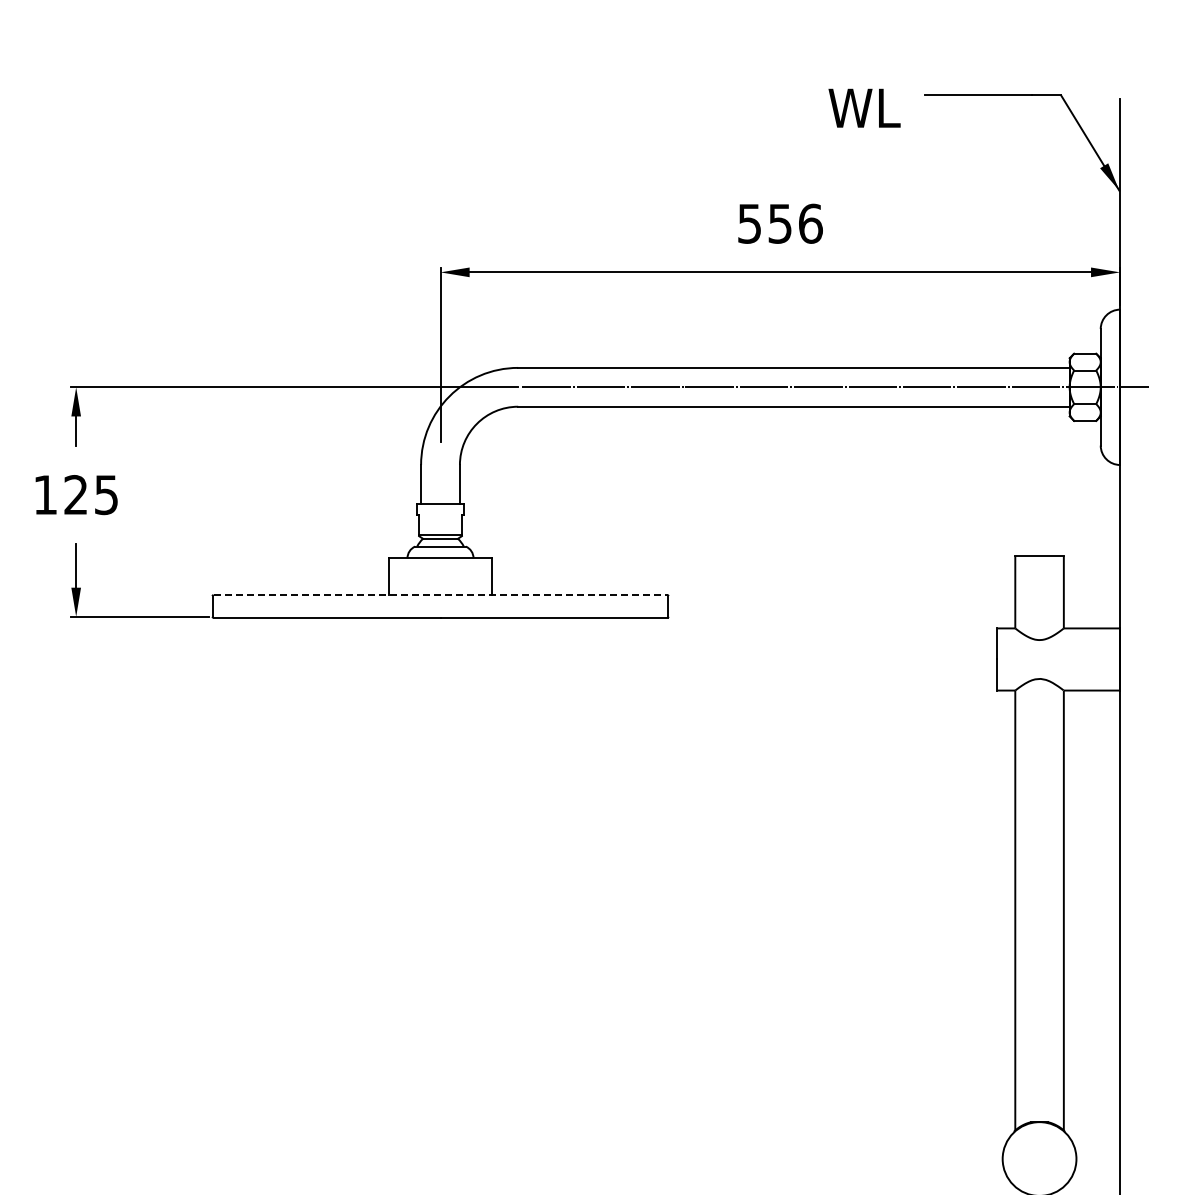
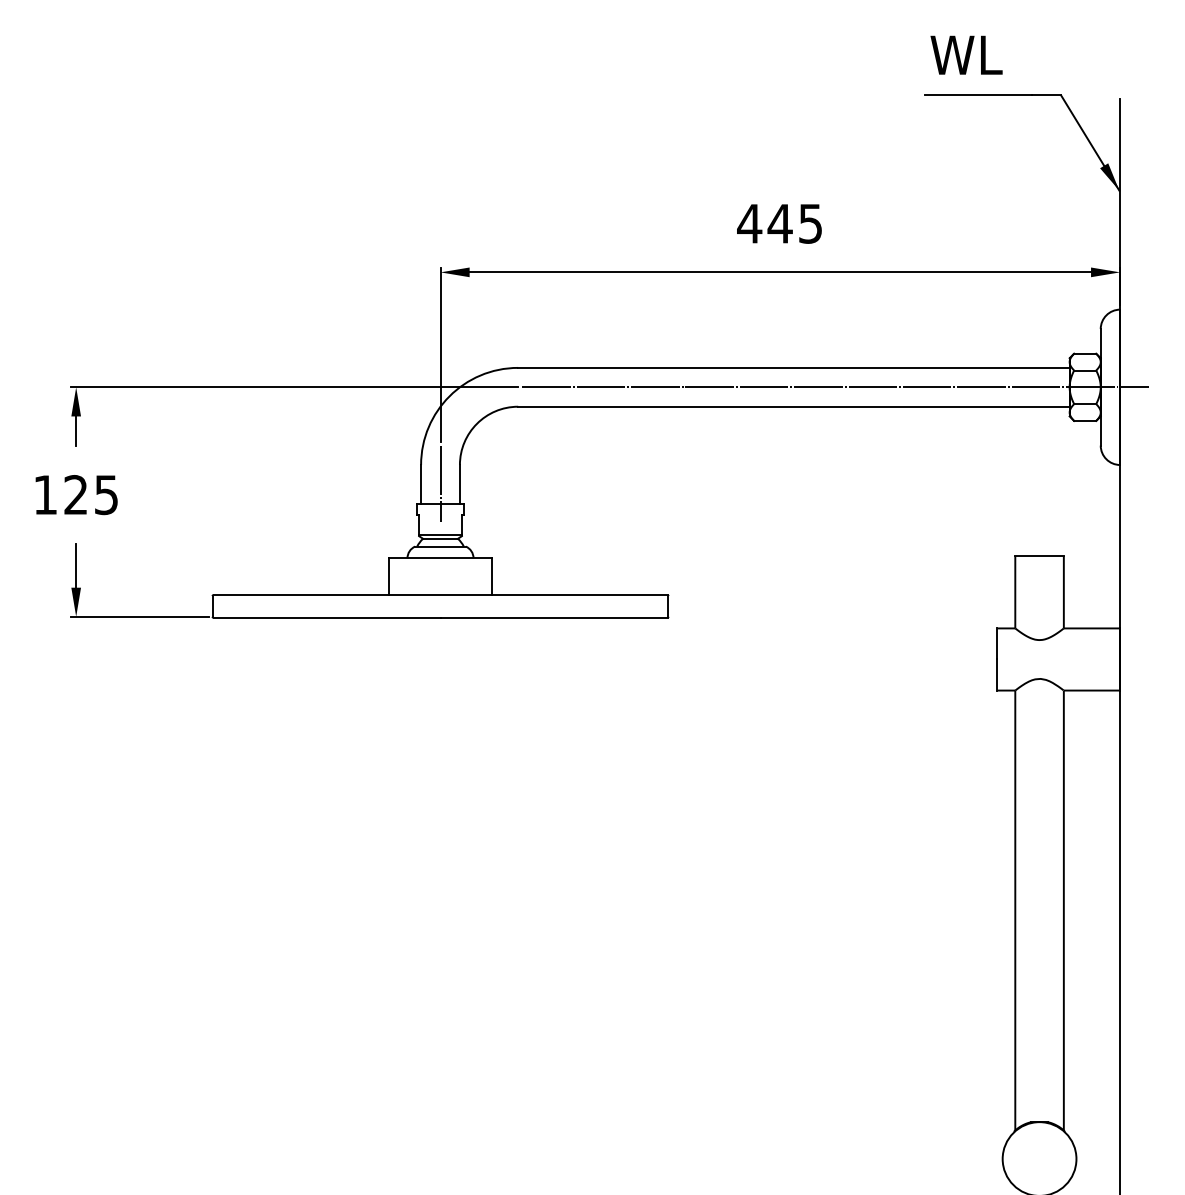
text at (864, 107) position: (864, 107) -> (966, 54)
text at (779, 223): 556 -> 445
line at (440, 484): none -> present
line at (441, 595): dashed -> solid
